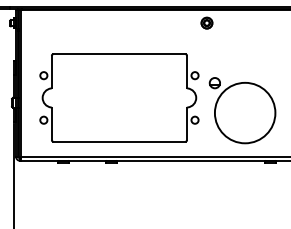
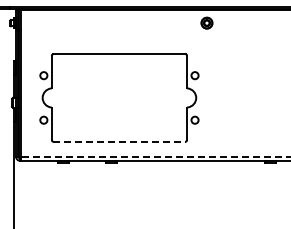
part at (242, 110): present -> none
line at (119, 141): solid -> dashed
line at (155, 156): solid -> dashed
